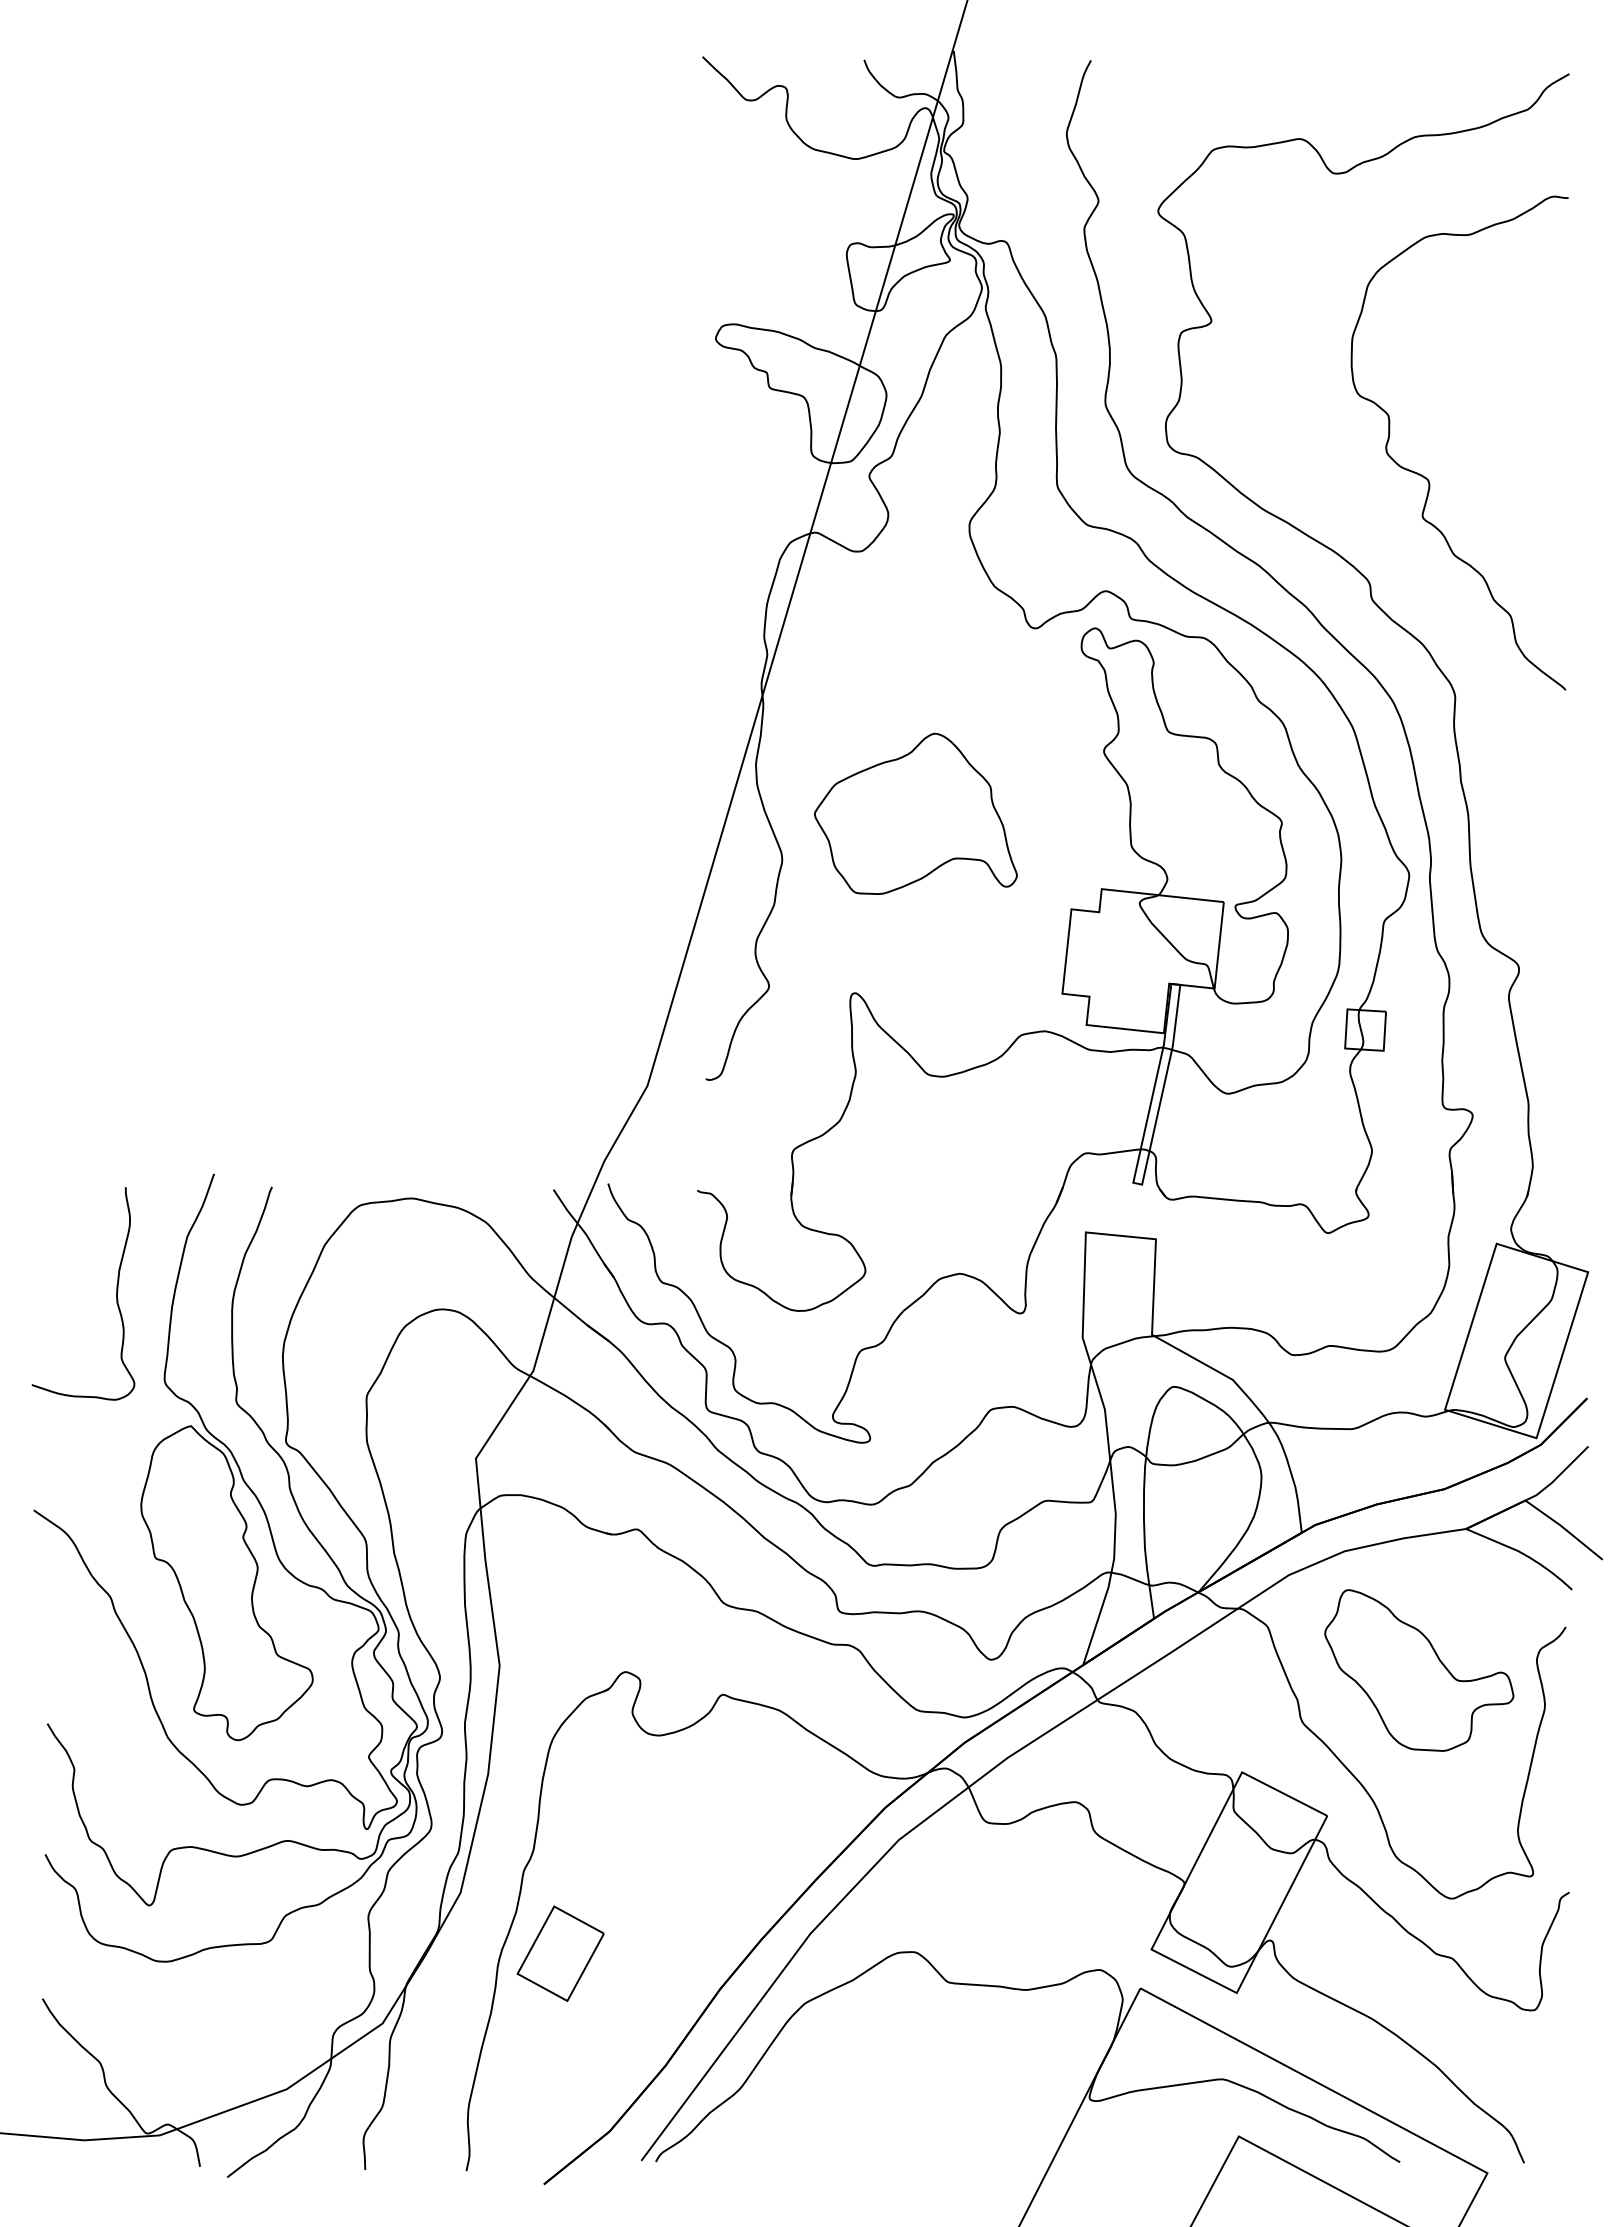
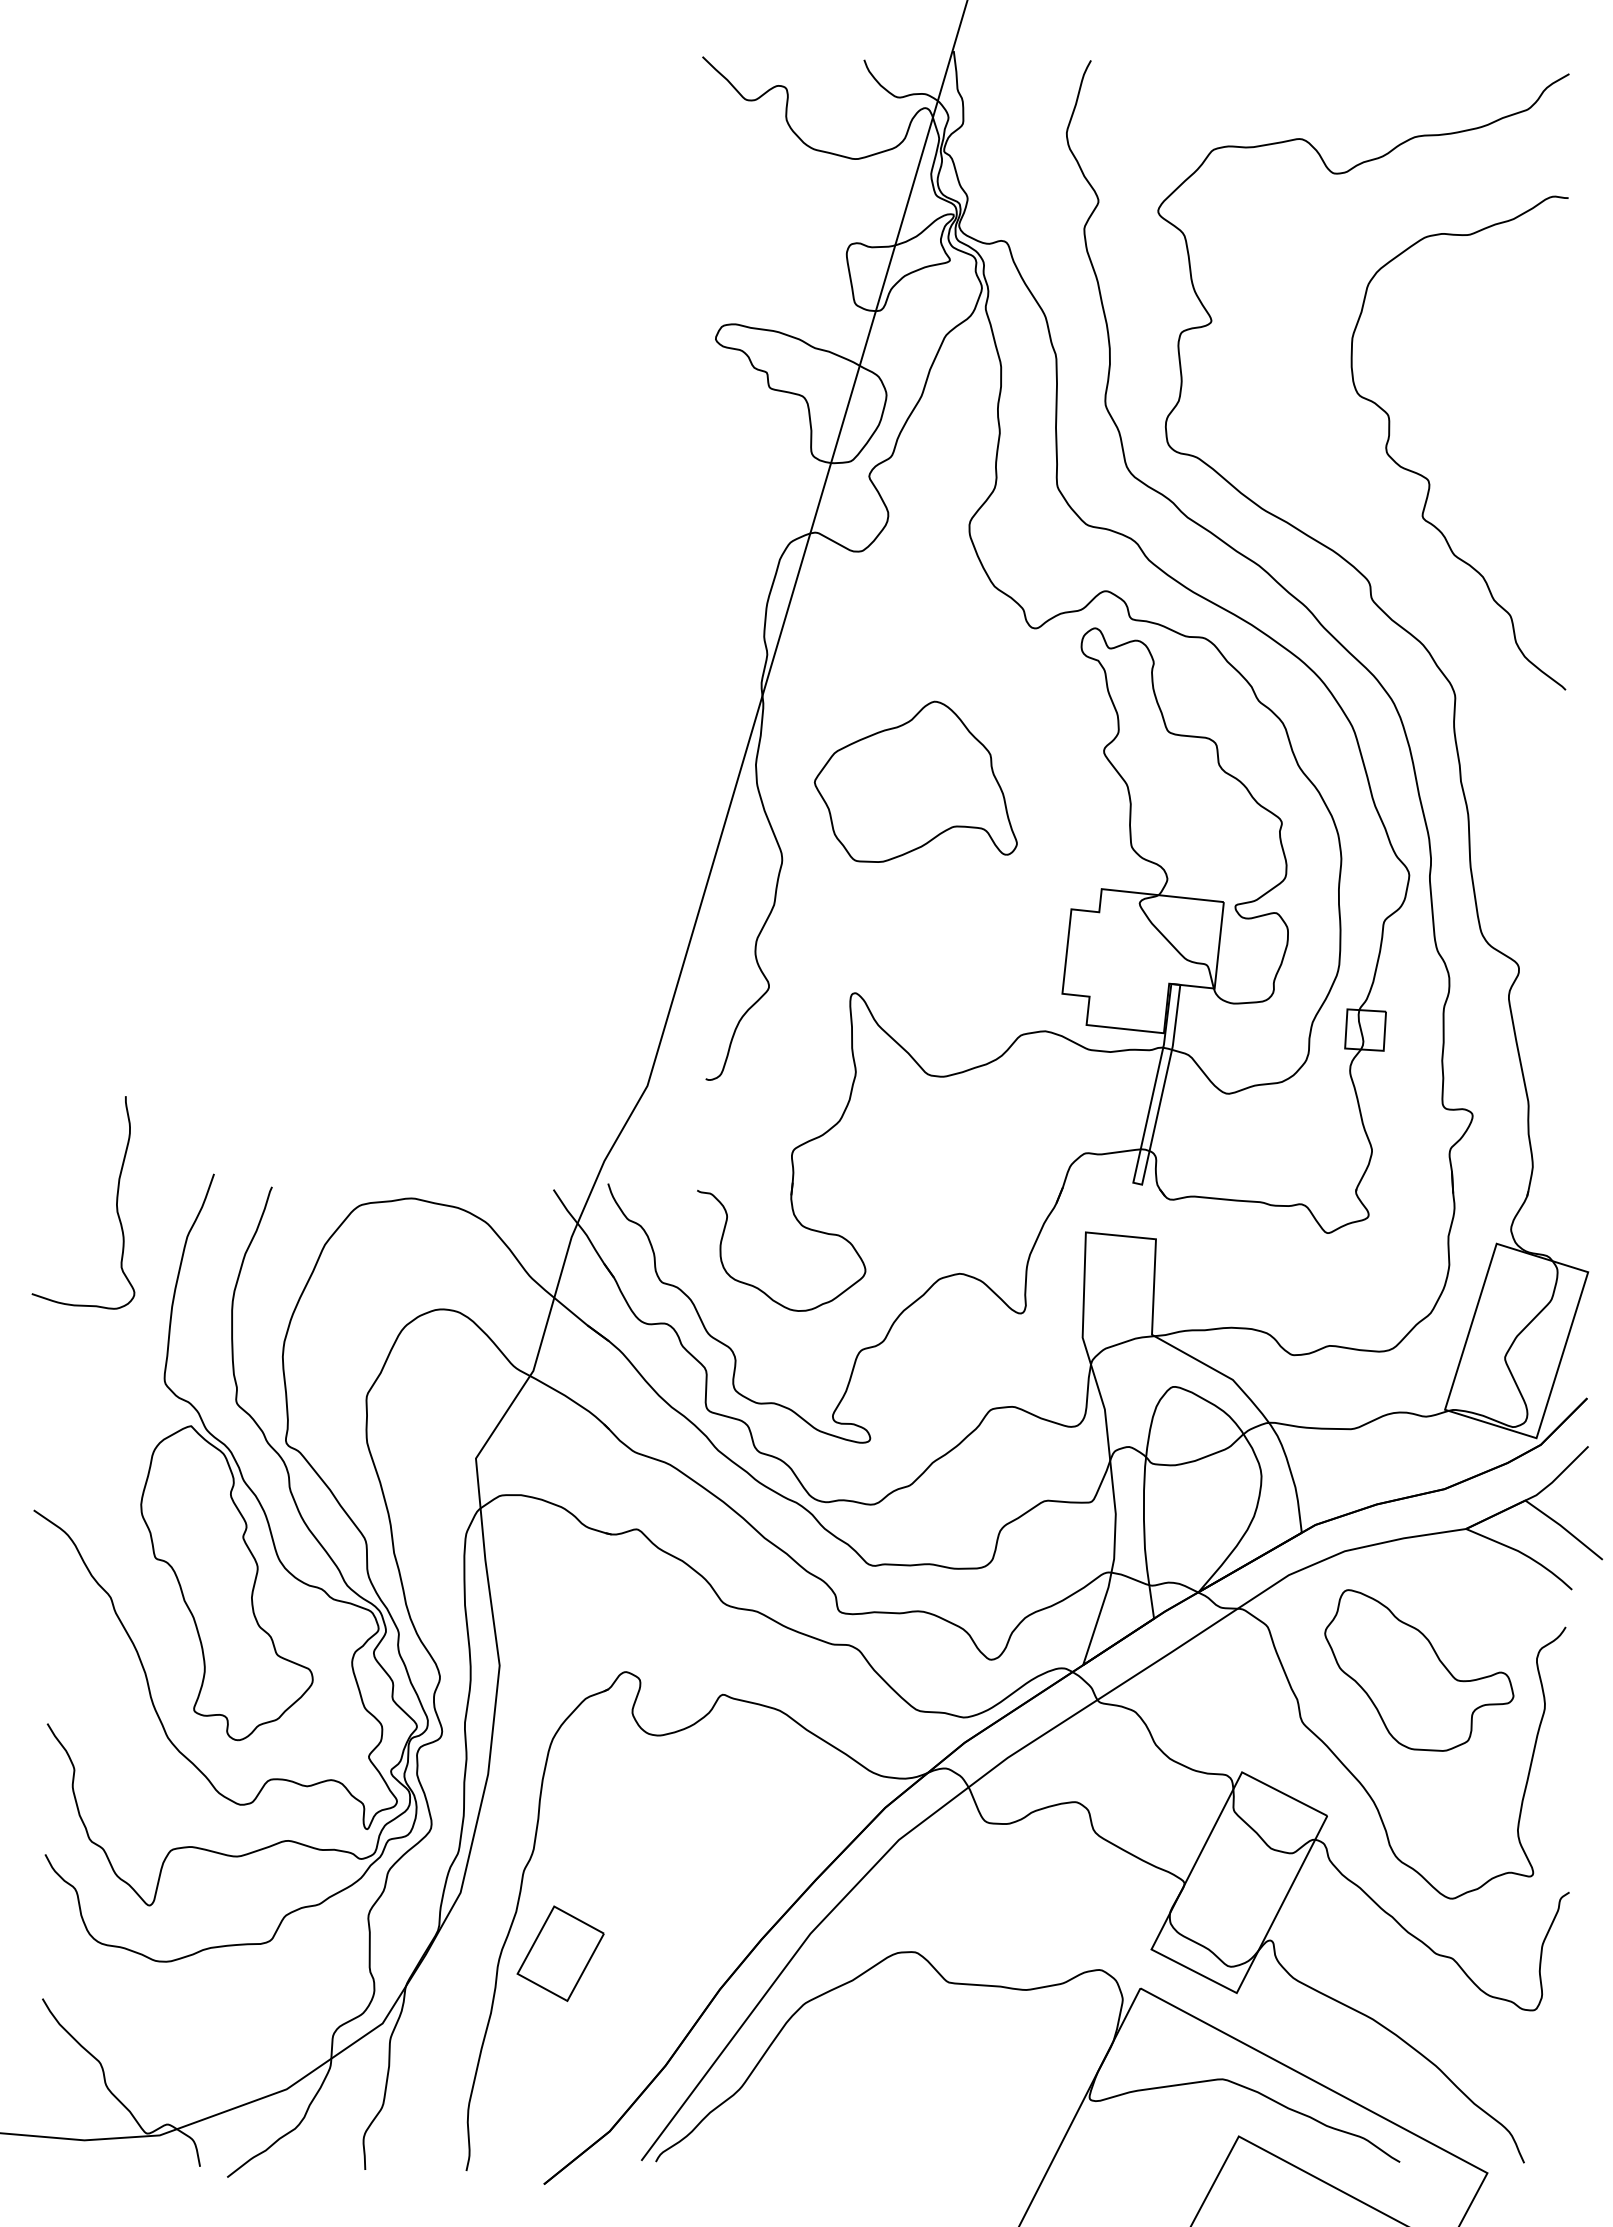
part at (915, 813) position: (915, 813) -> (915, 781)
curve at (116, 1293) position: (116, 1293) -> (116, 1202)
